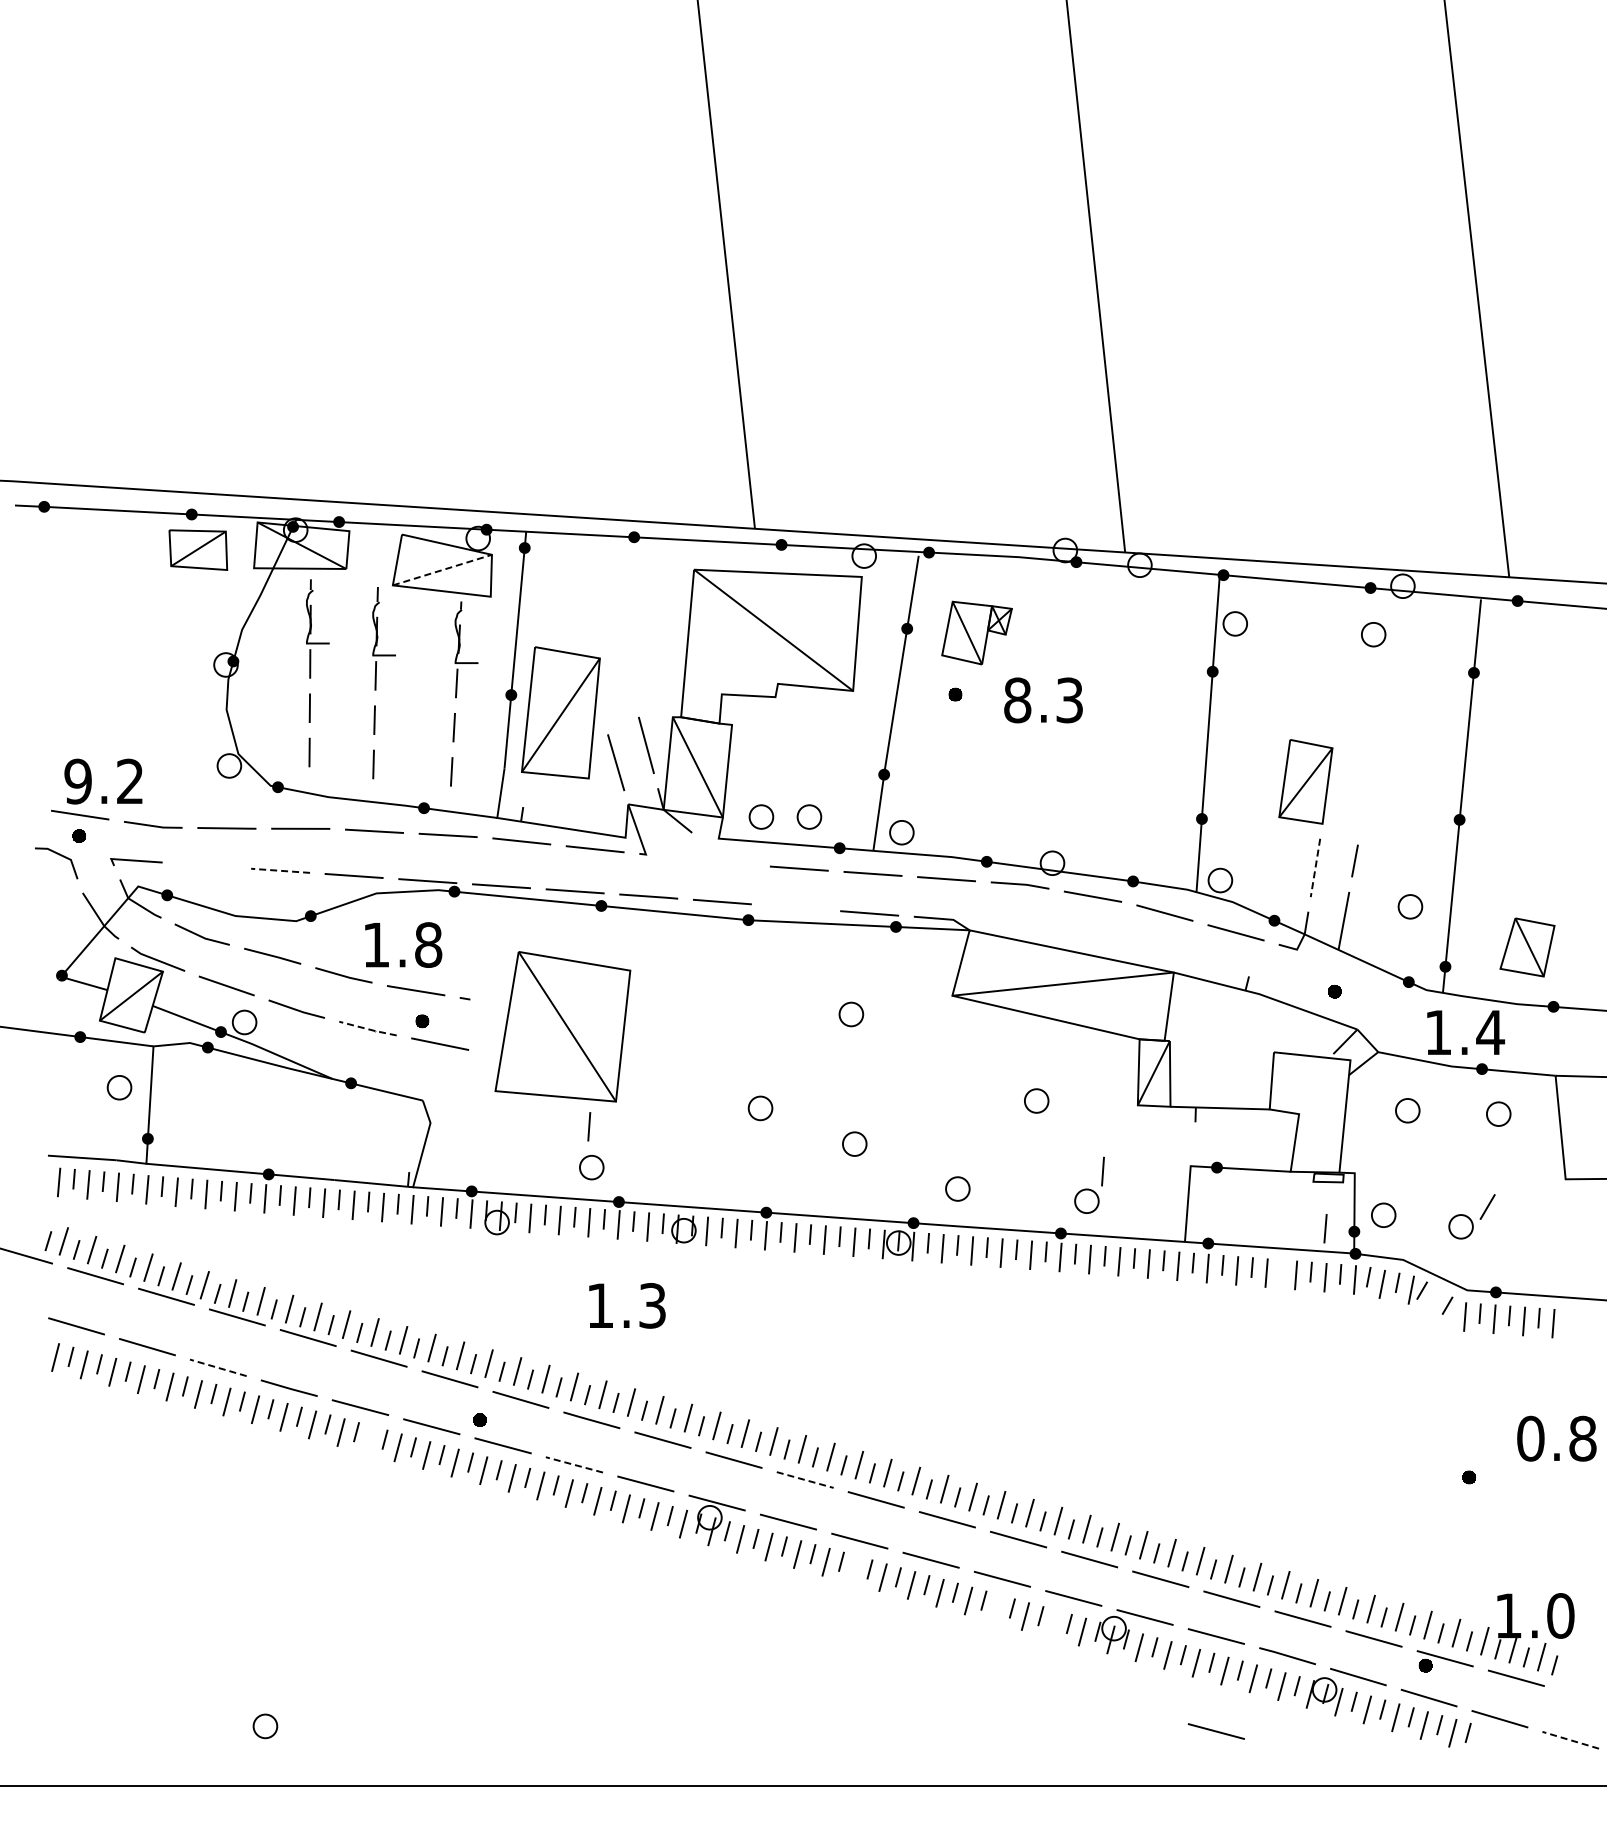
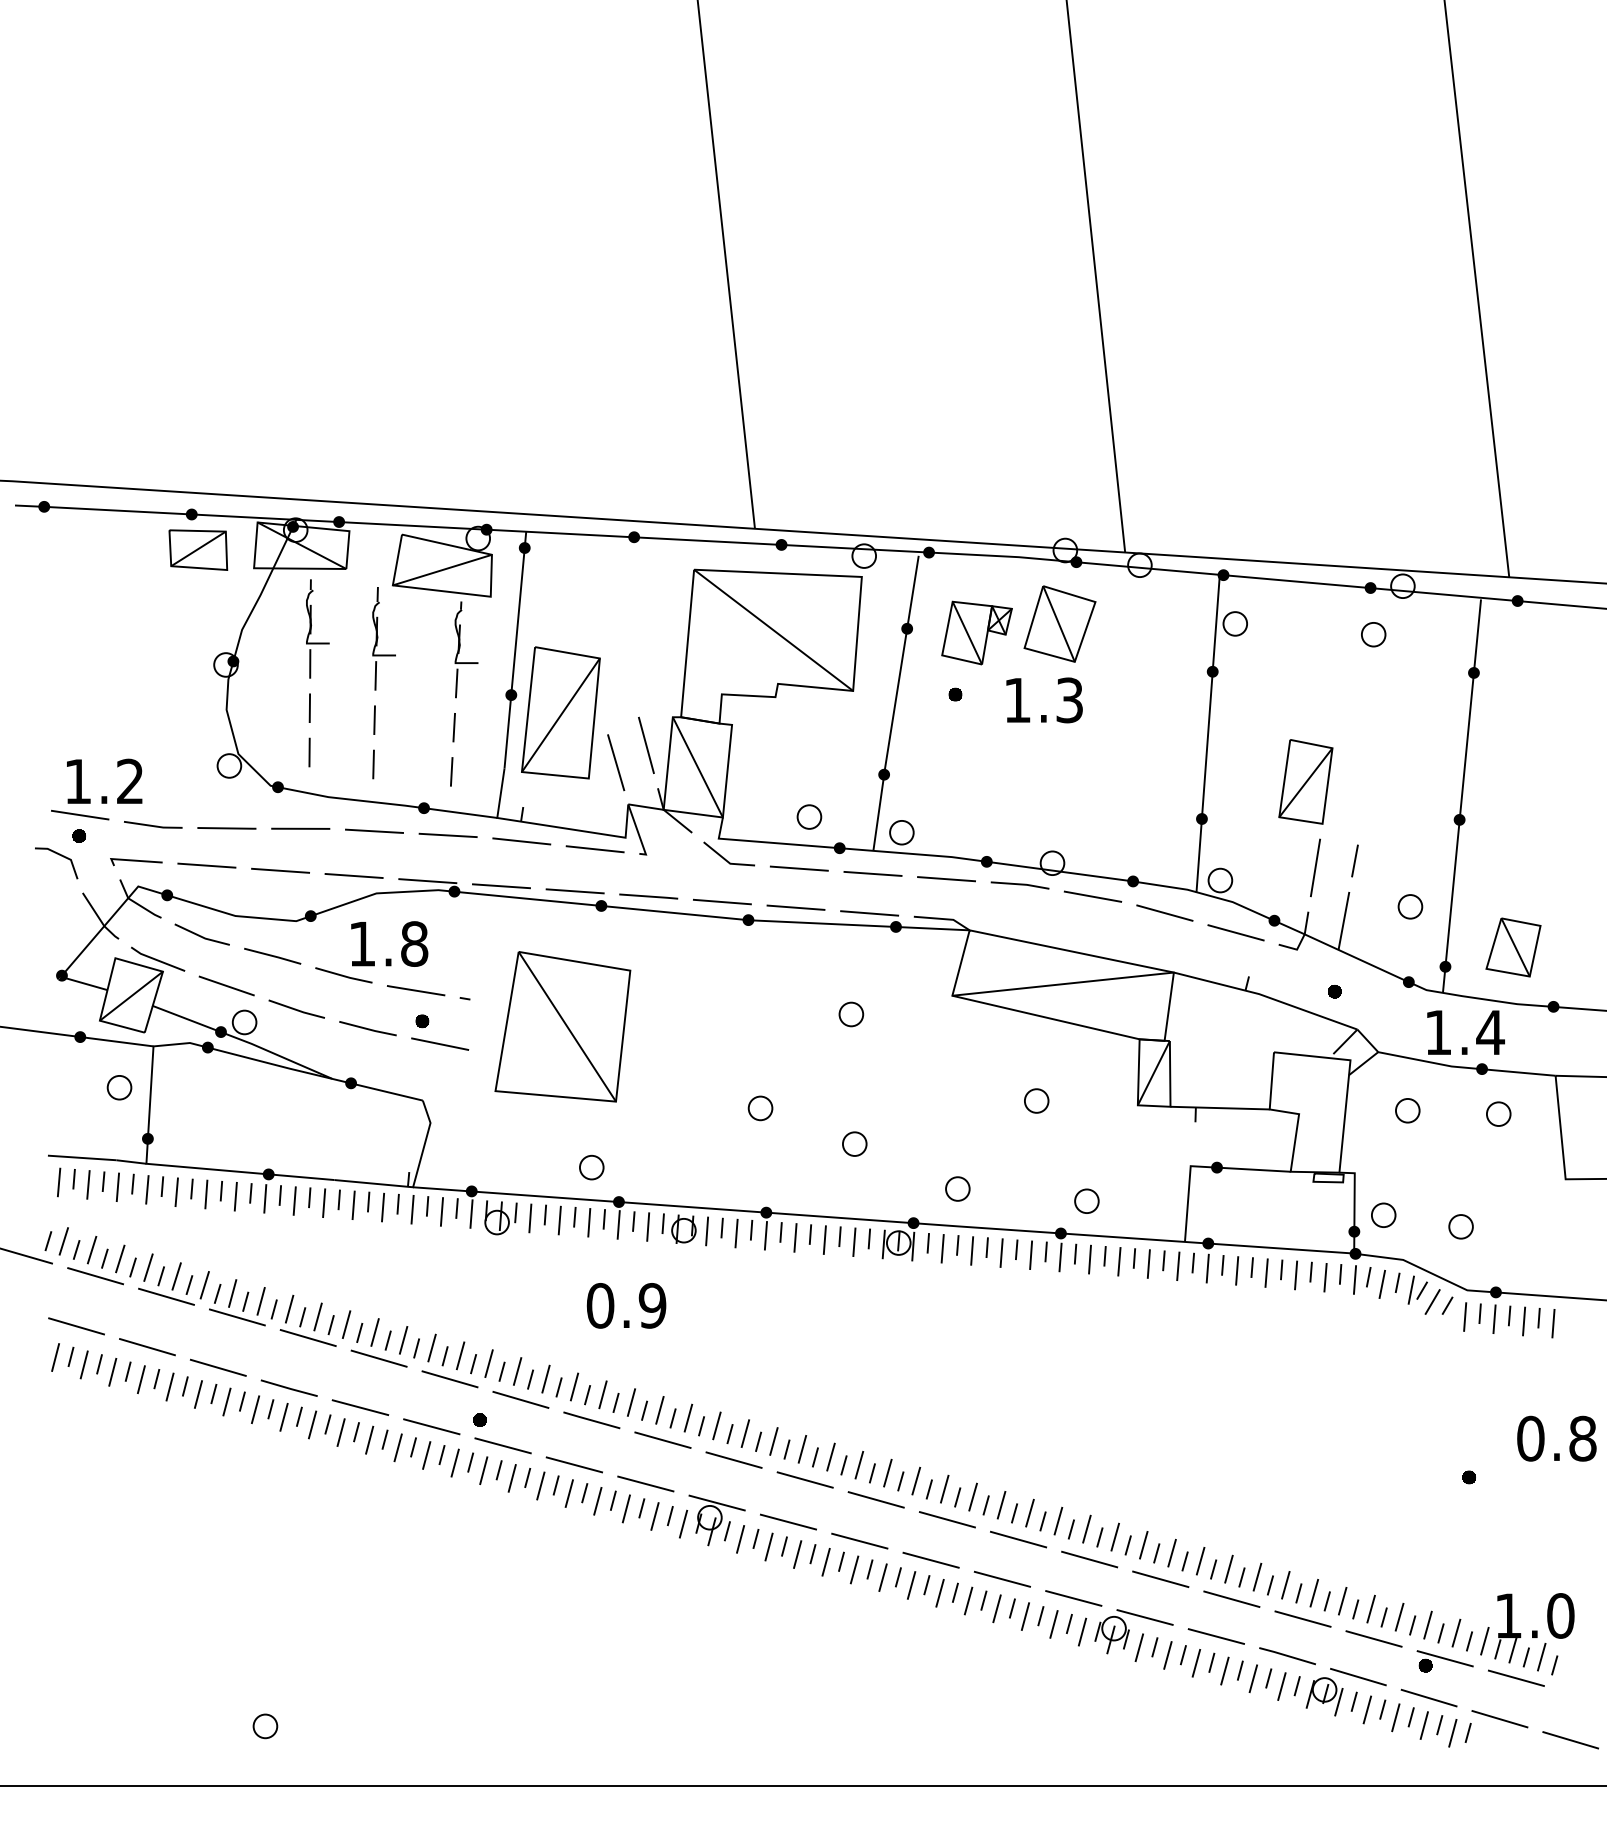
line at (442, 570): dashed -> solid
part at (1059, 623): none -> present
text at (1017, 700): 8.3 -> 1.3
text at (77, 781): 9.2 -> 1.2
part at (761, 816): present -> none
line at (724, 857): none -> present
line at (206, 865): none -> present
line at (1315, 867): dashed -> solid
line at (280, 870): dashed -> solid
line at (795, 907): none -> present
text at (403, 944) position: (403, 944) -> (389, 943)
part at (1527, 947) position: (1527, 947) -> (1513, 947)
line at (368, 1029): dashed -> solid
line at (589, 1126): present -> none
line at (1102, 1171): present -> none
line at (1487, 1206) position: (1487, 1206) -> (1432, 1301)
line at (1325, 1228): present -> none
line at (1281, 1269): none -> present
text at (626, 1305): 1.3 -> 0.9
line at (218, 1367): dashed -> solid
line at (369, 1439): none -> present
line at (574, 1464): dashed -> solid
line at (805, 1480): dashed -> solid
line at (854, 1569): none -> present
line at (996, 1608): none -> present
line at (1053, 1624): none -> present
line at (1215, 1731): present -> none
line at (1570, 1740): dashed -> solid
